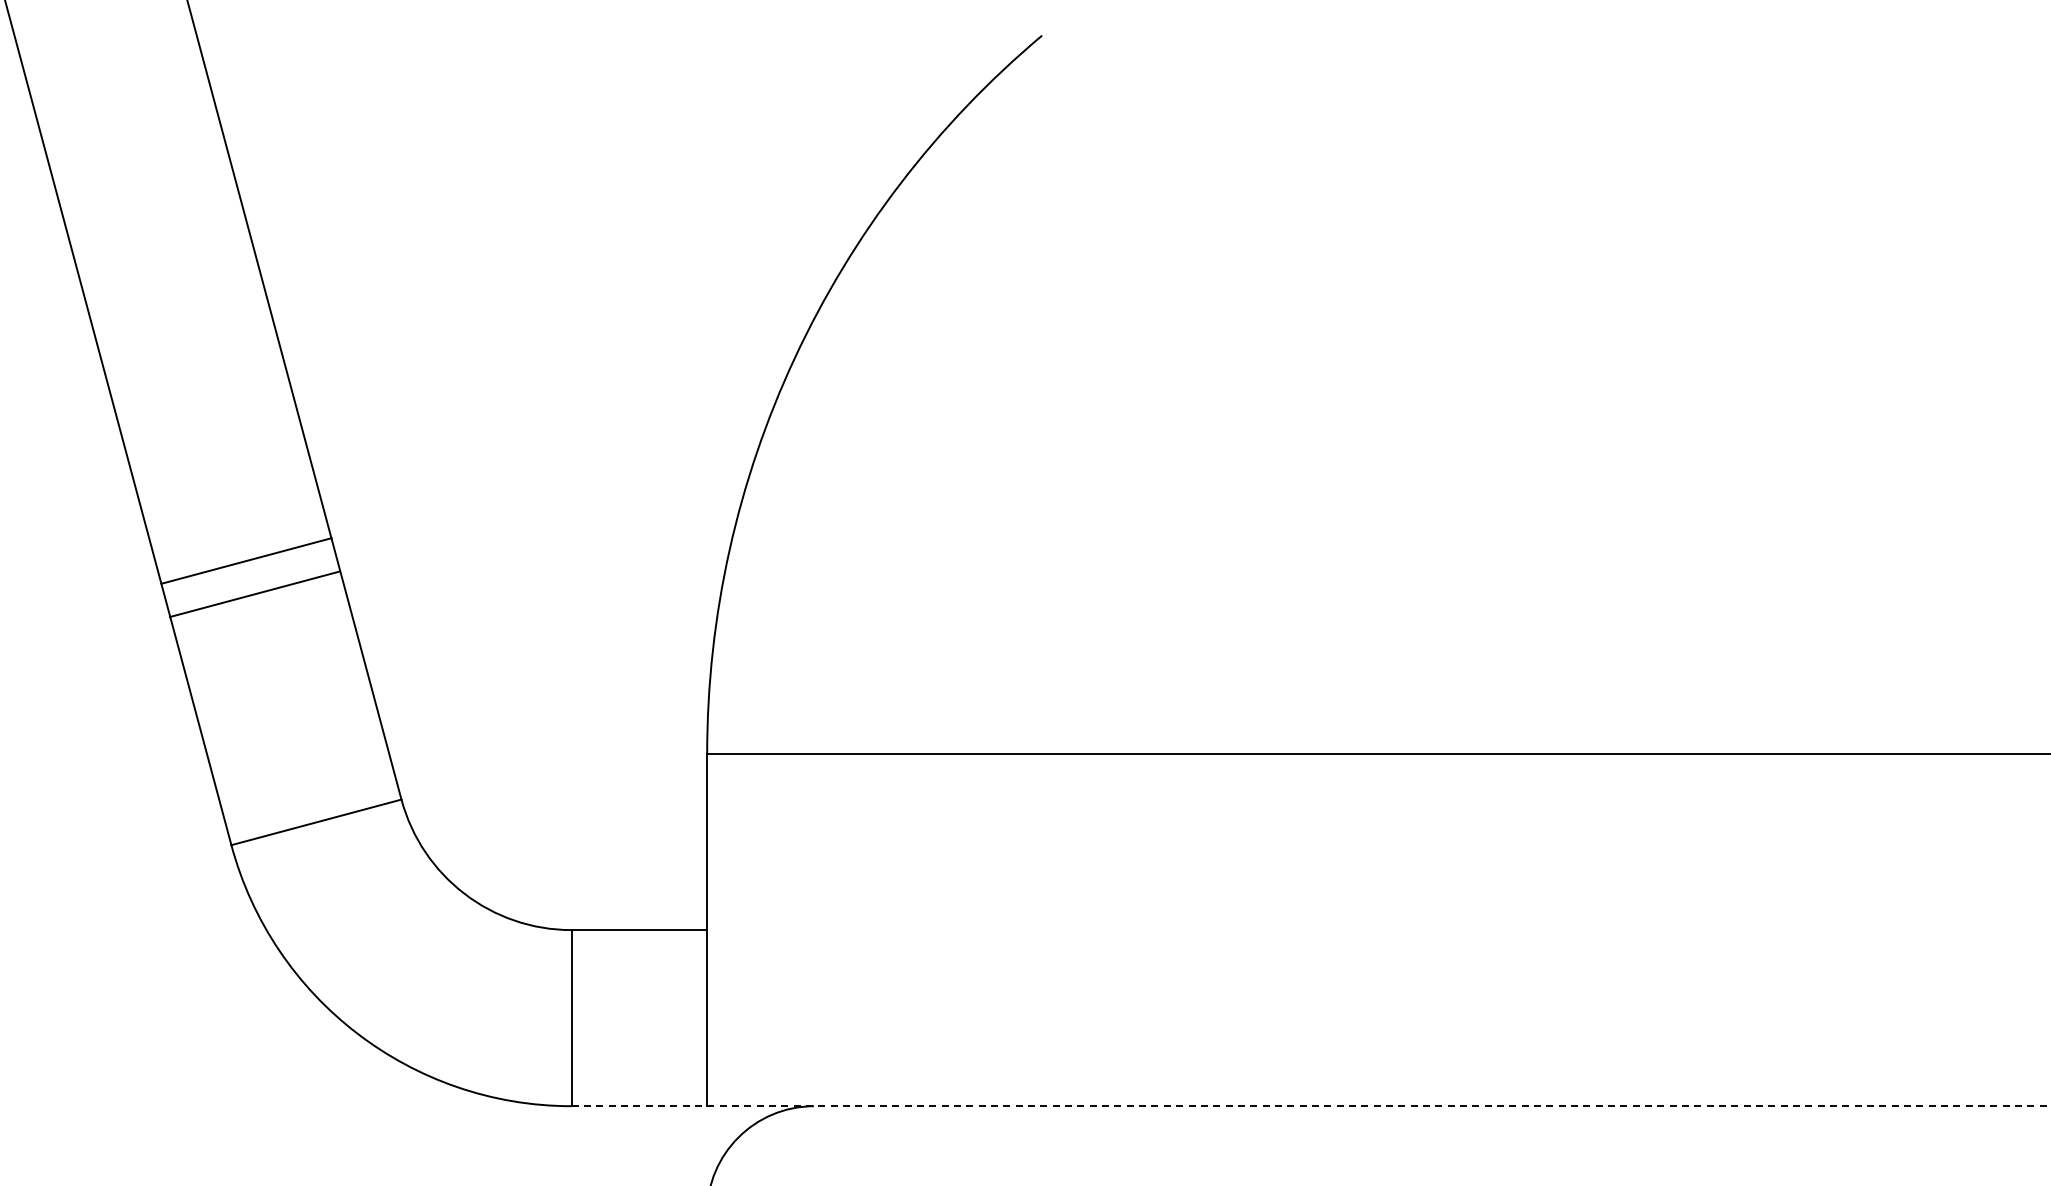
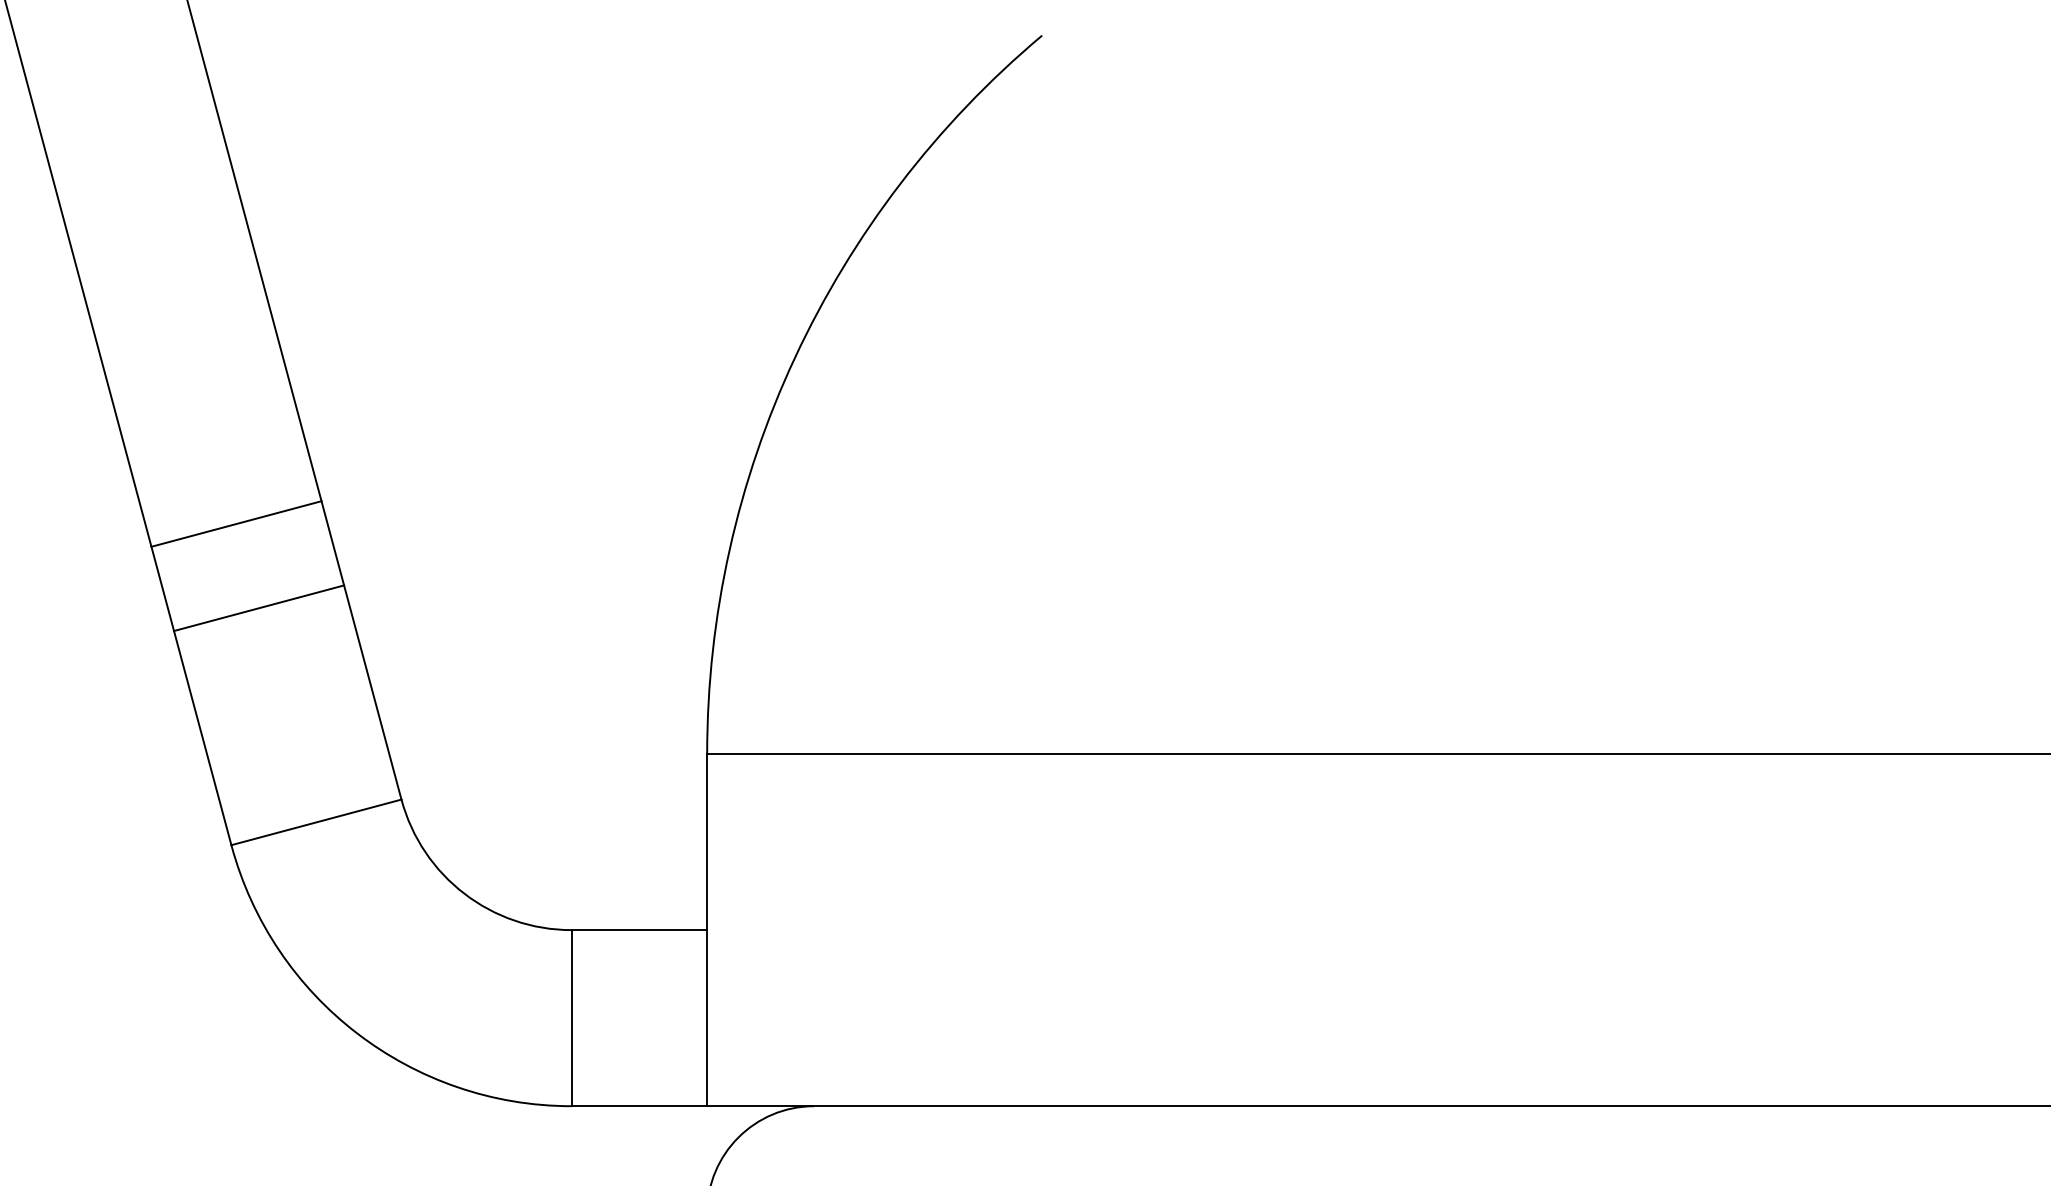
line at (246, 560) position: (246, 560) -> (236, 523)
line at (255, 594) position: (255, 594) -> (259, 608)
line at (1311, 1106): dashed -> solid
